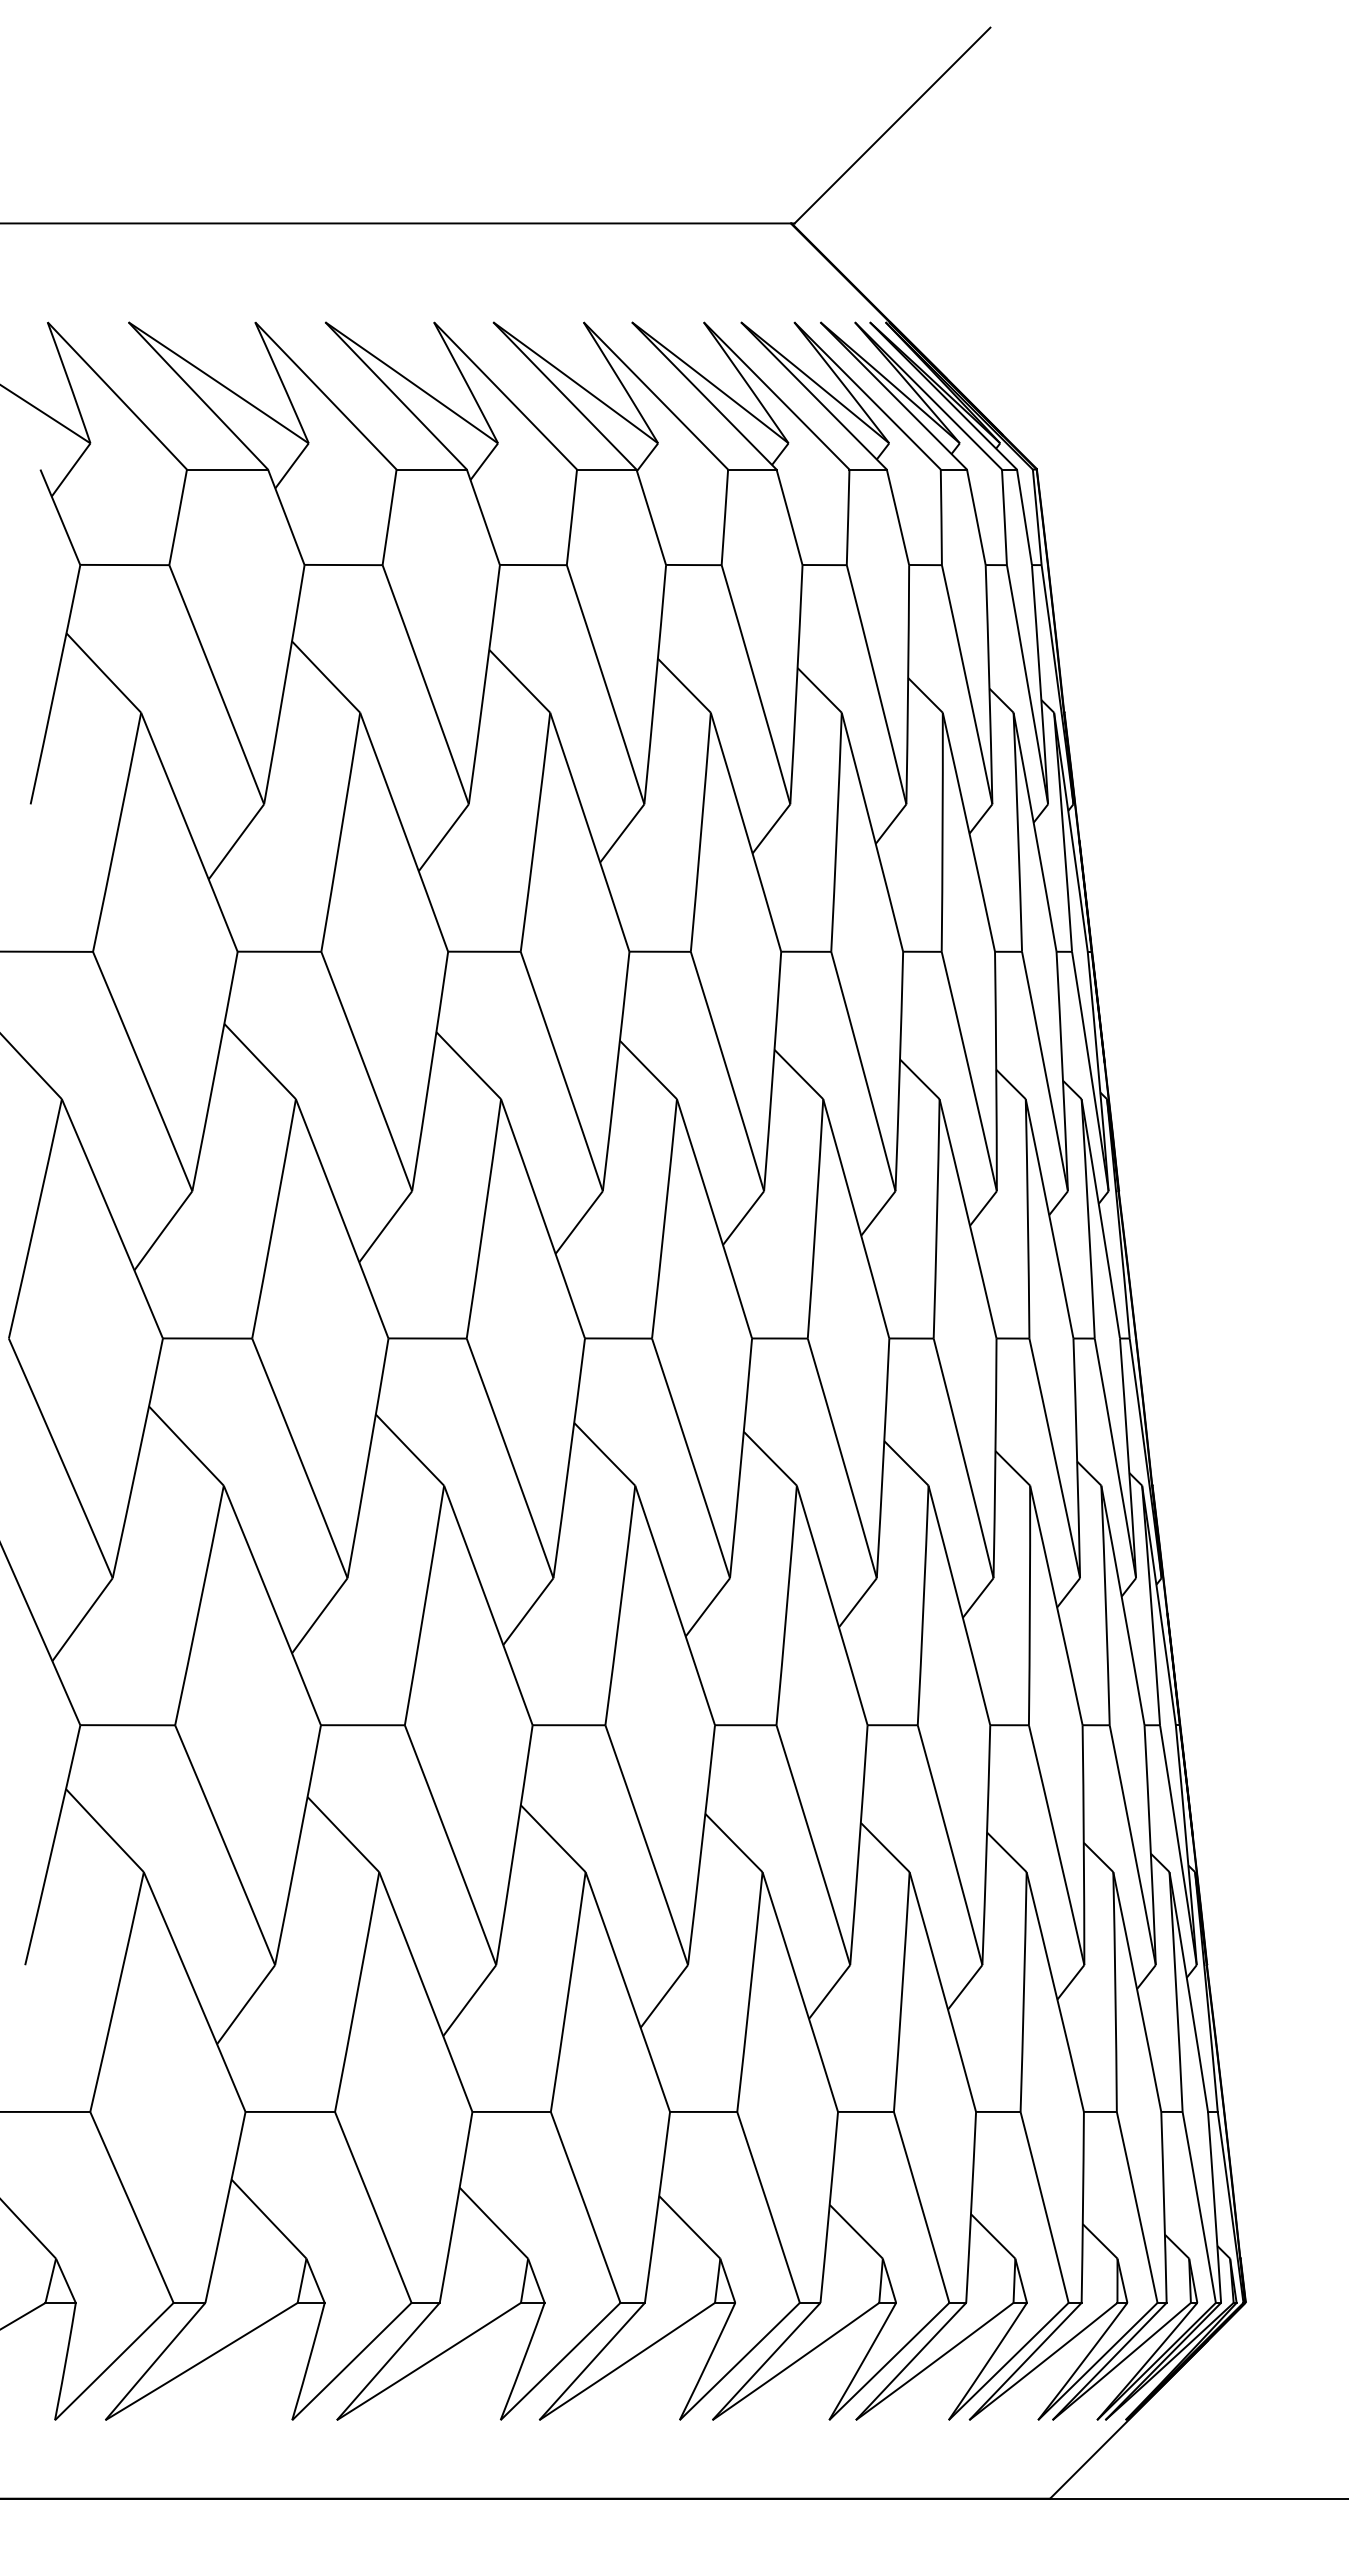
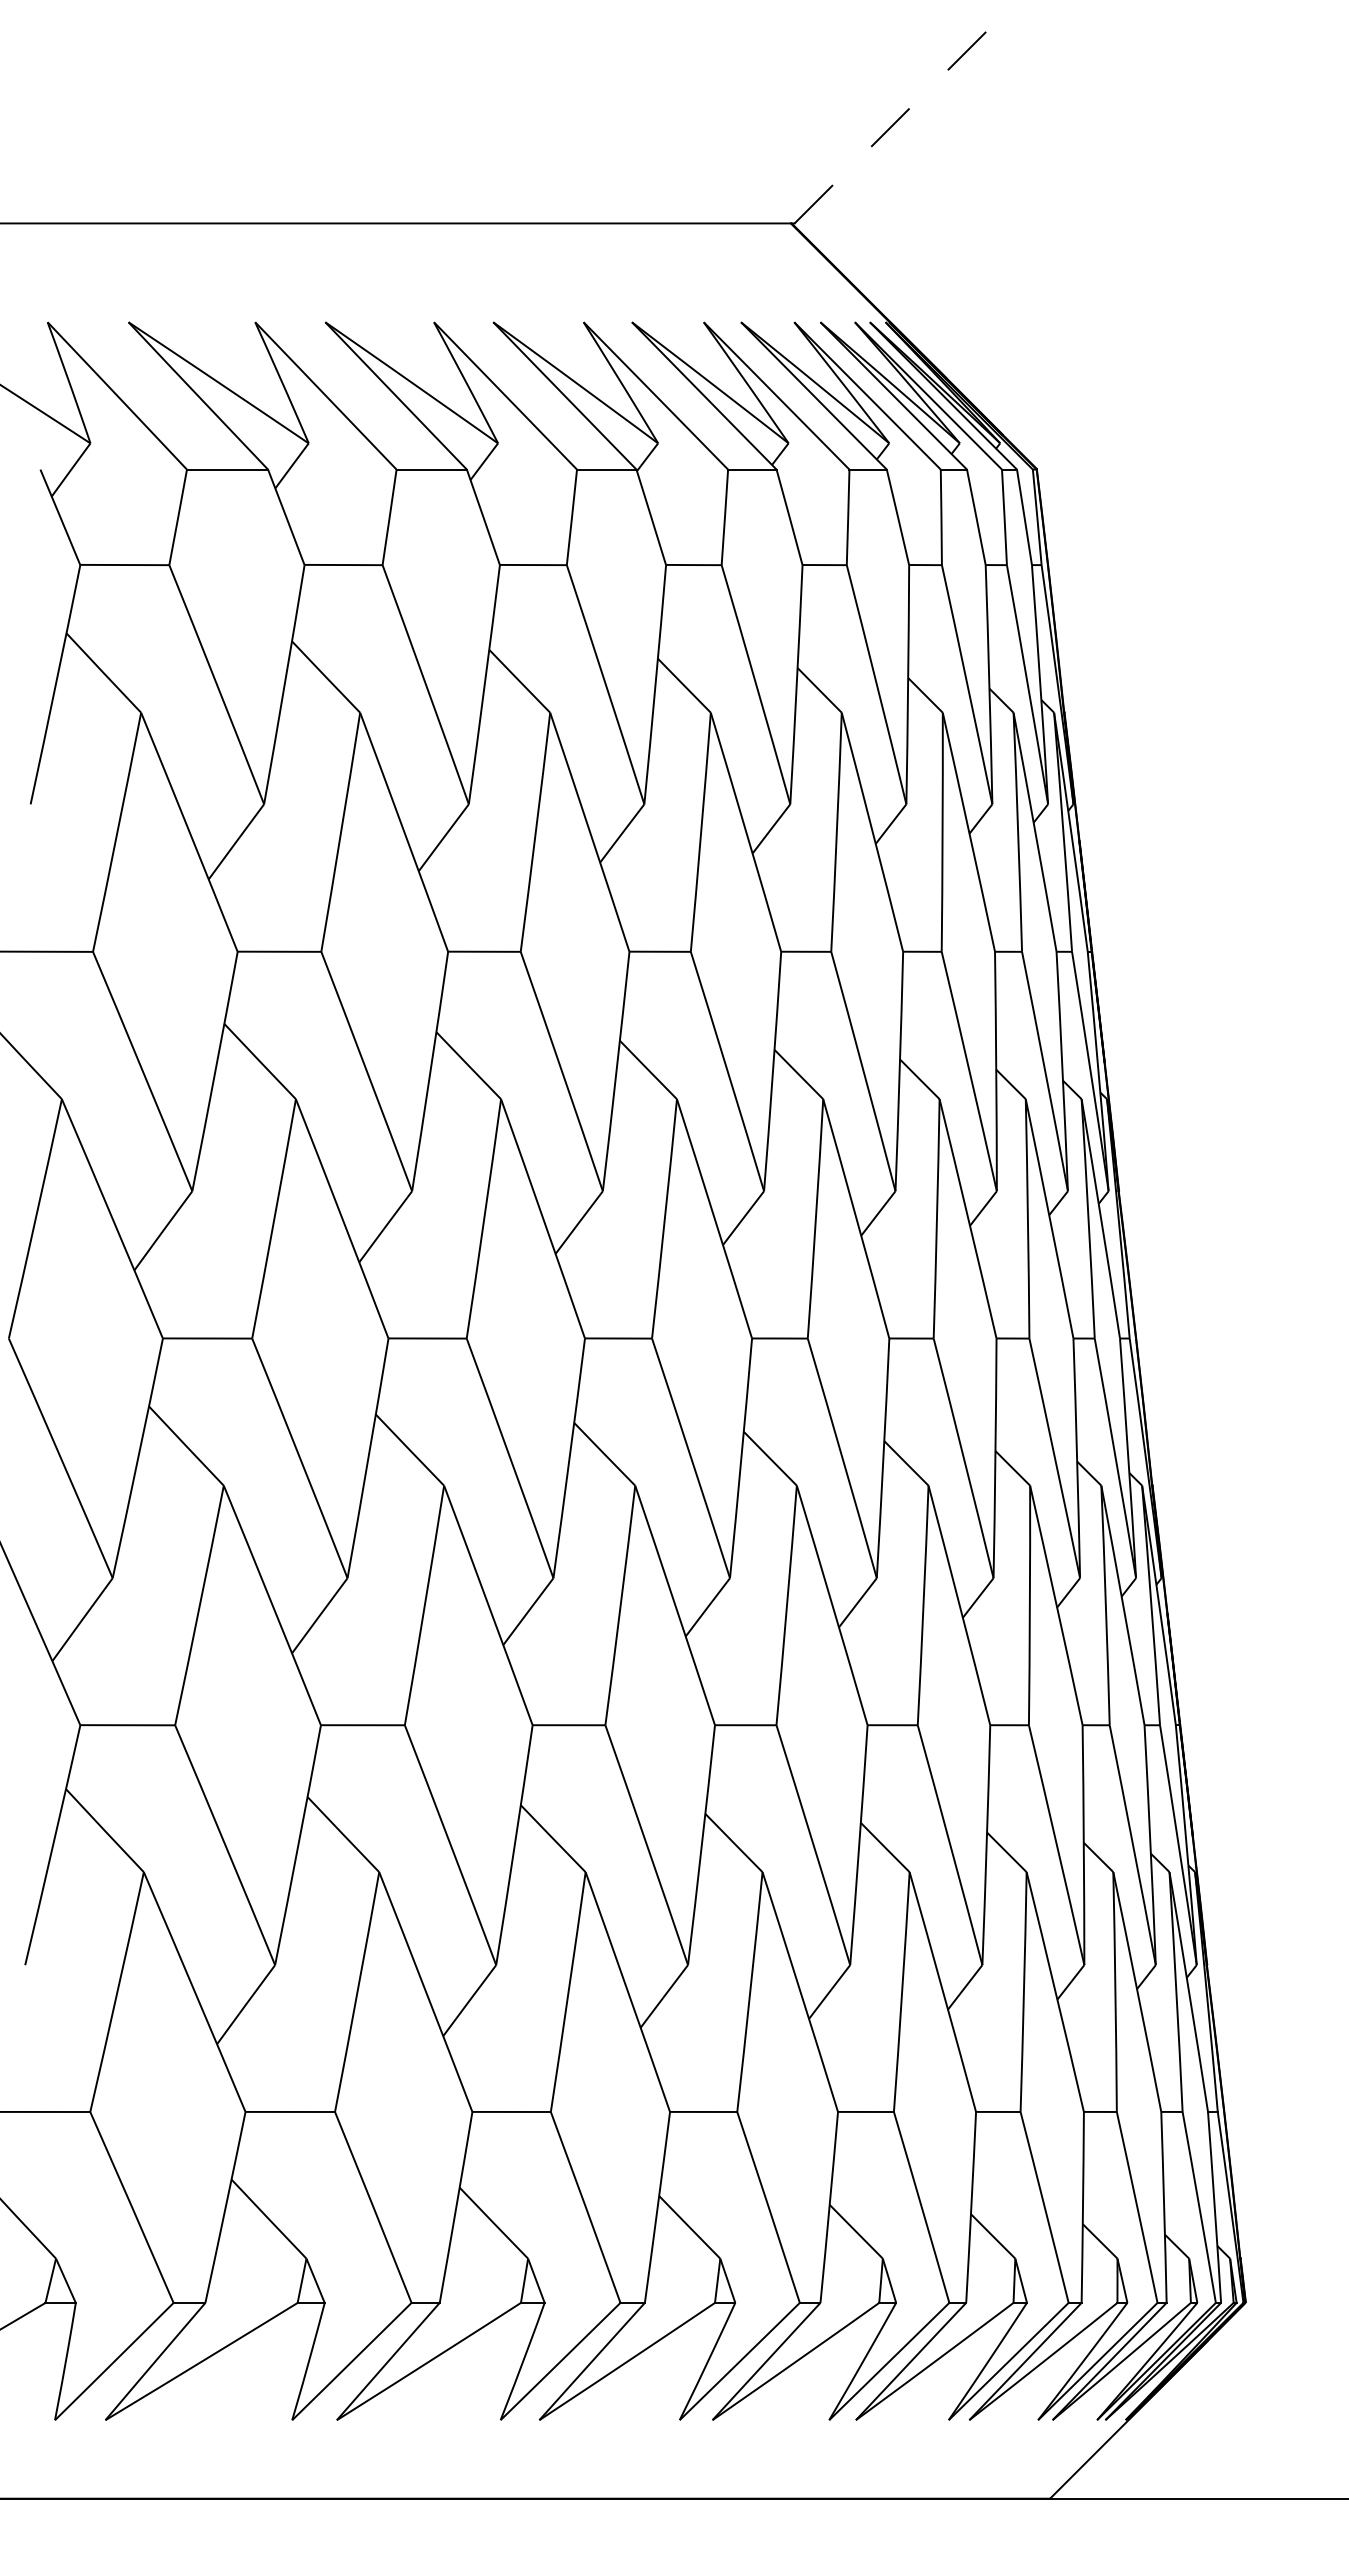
line at (892, 125): solid -> dashed
